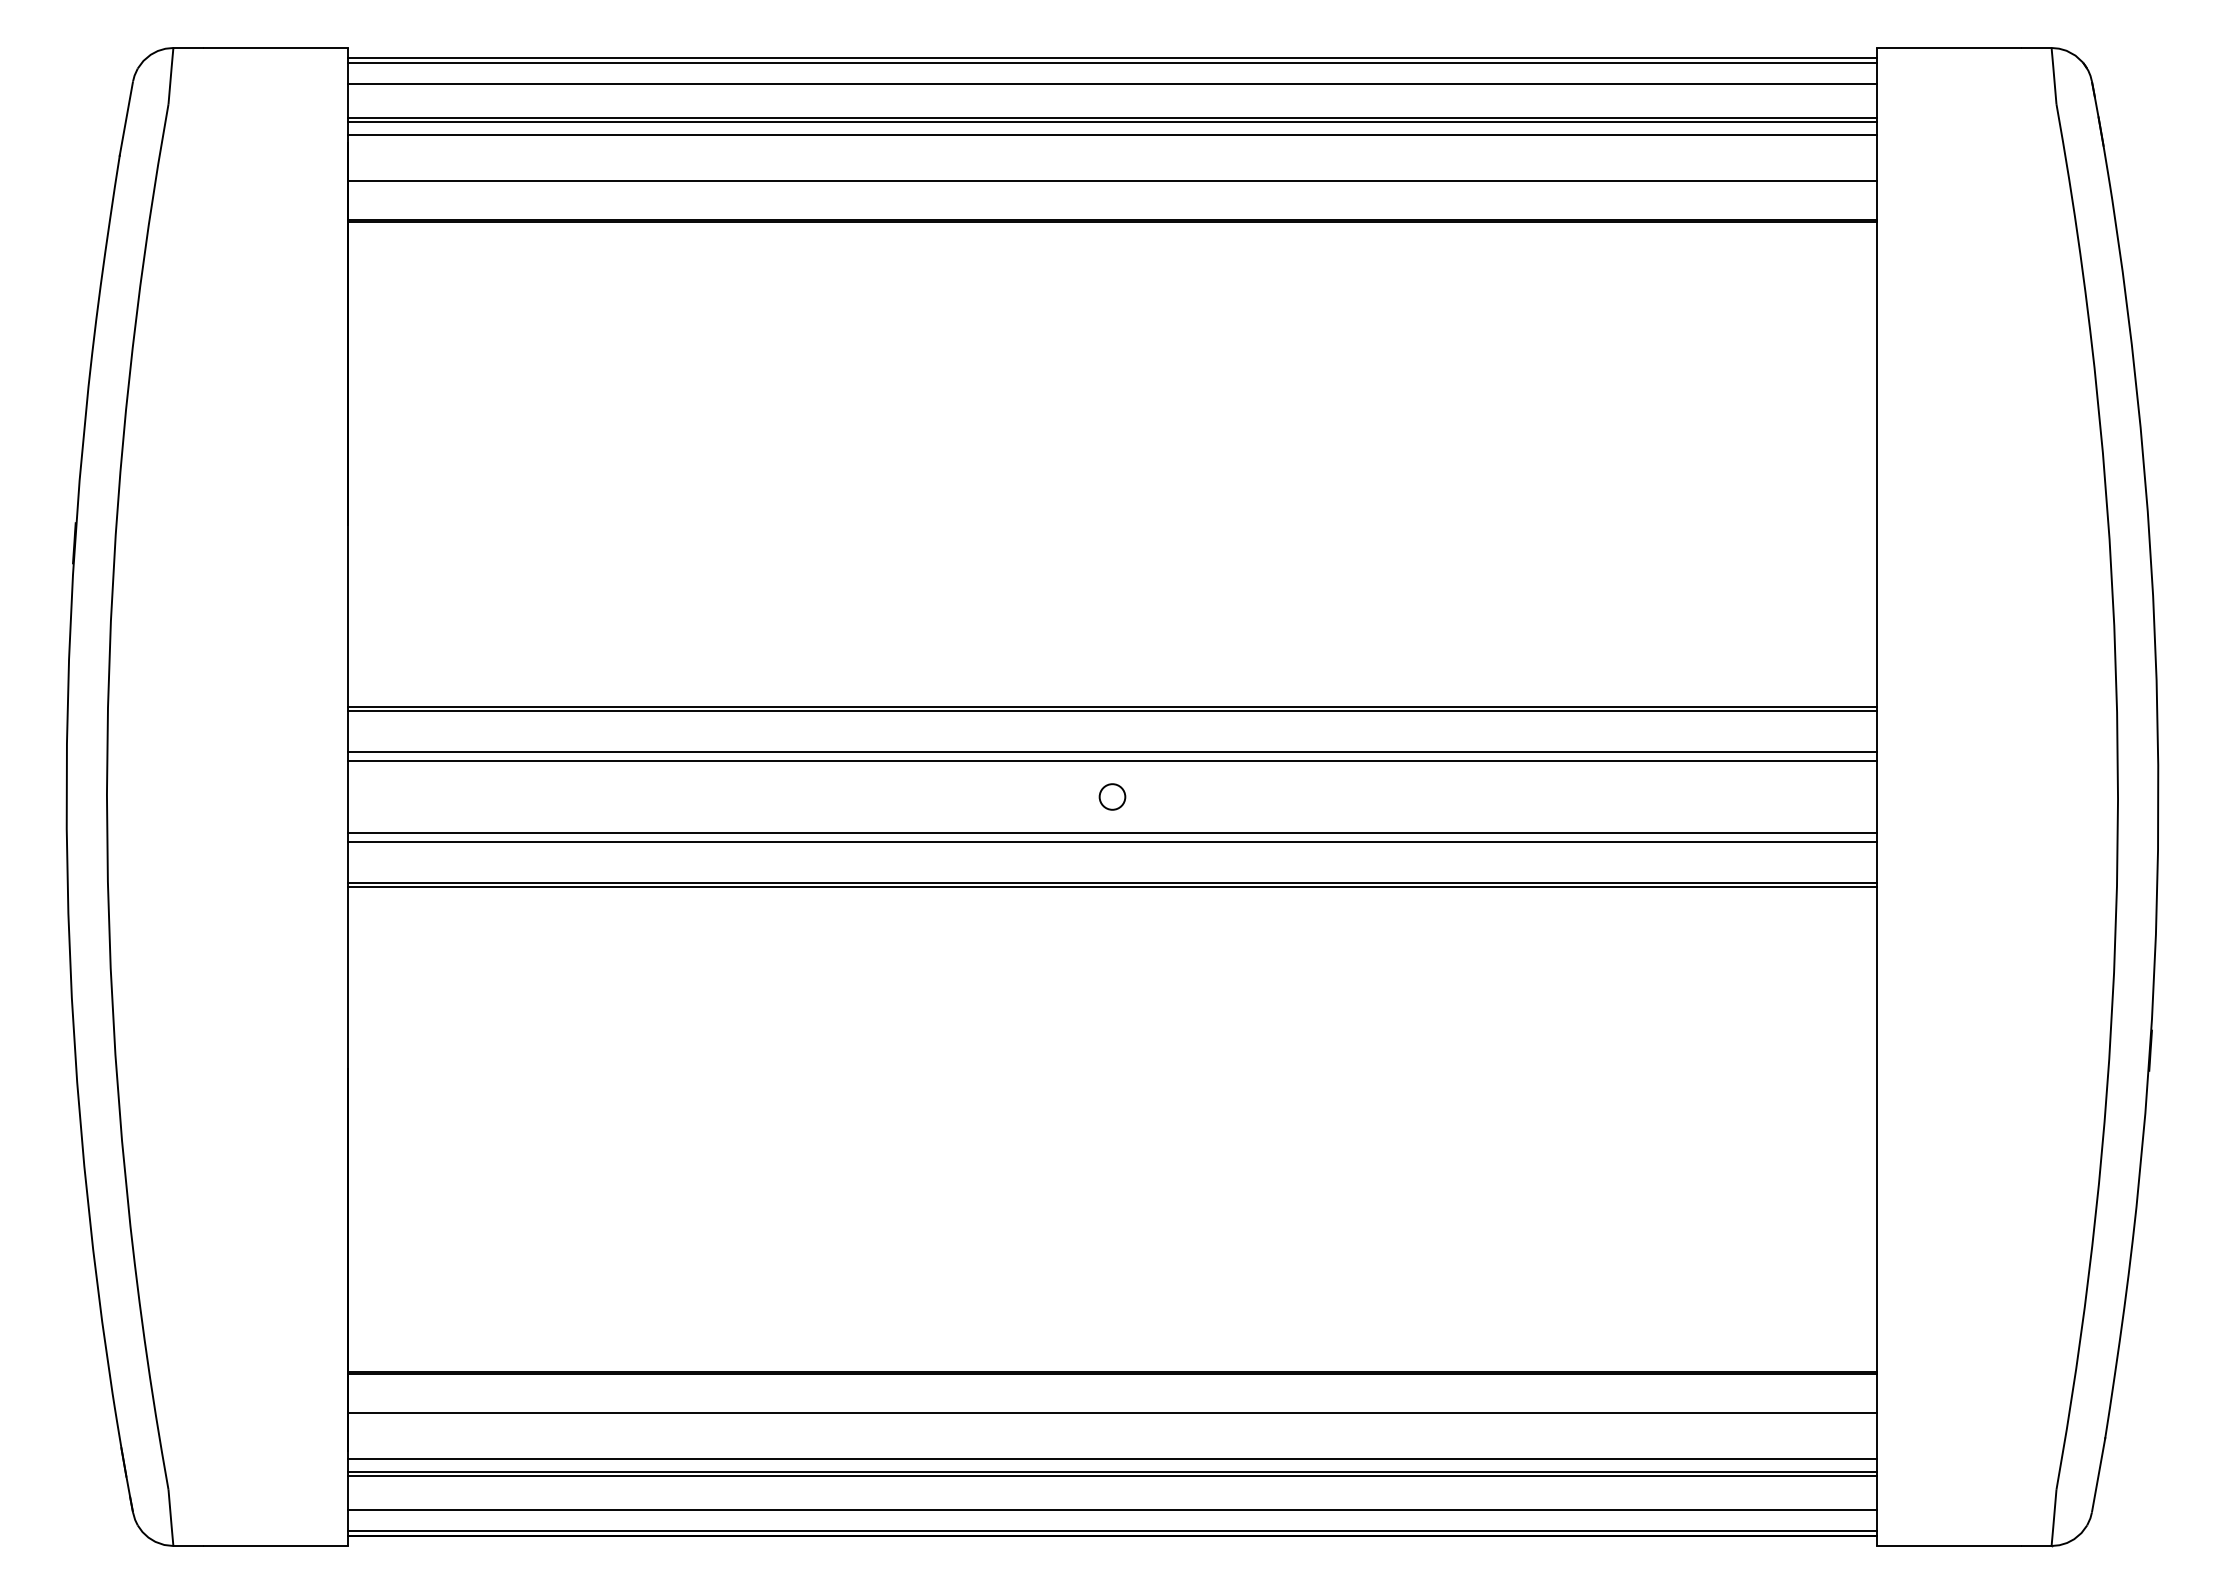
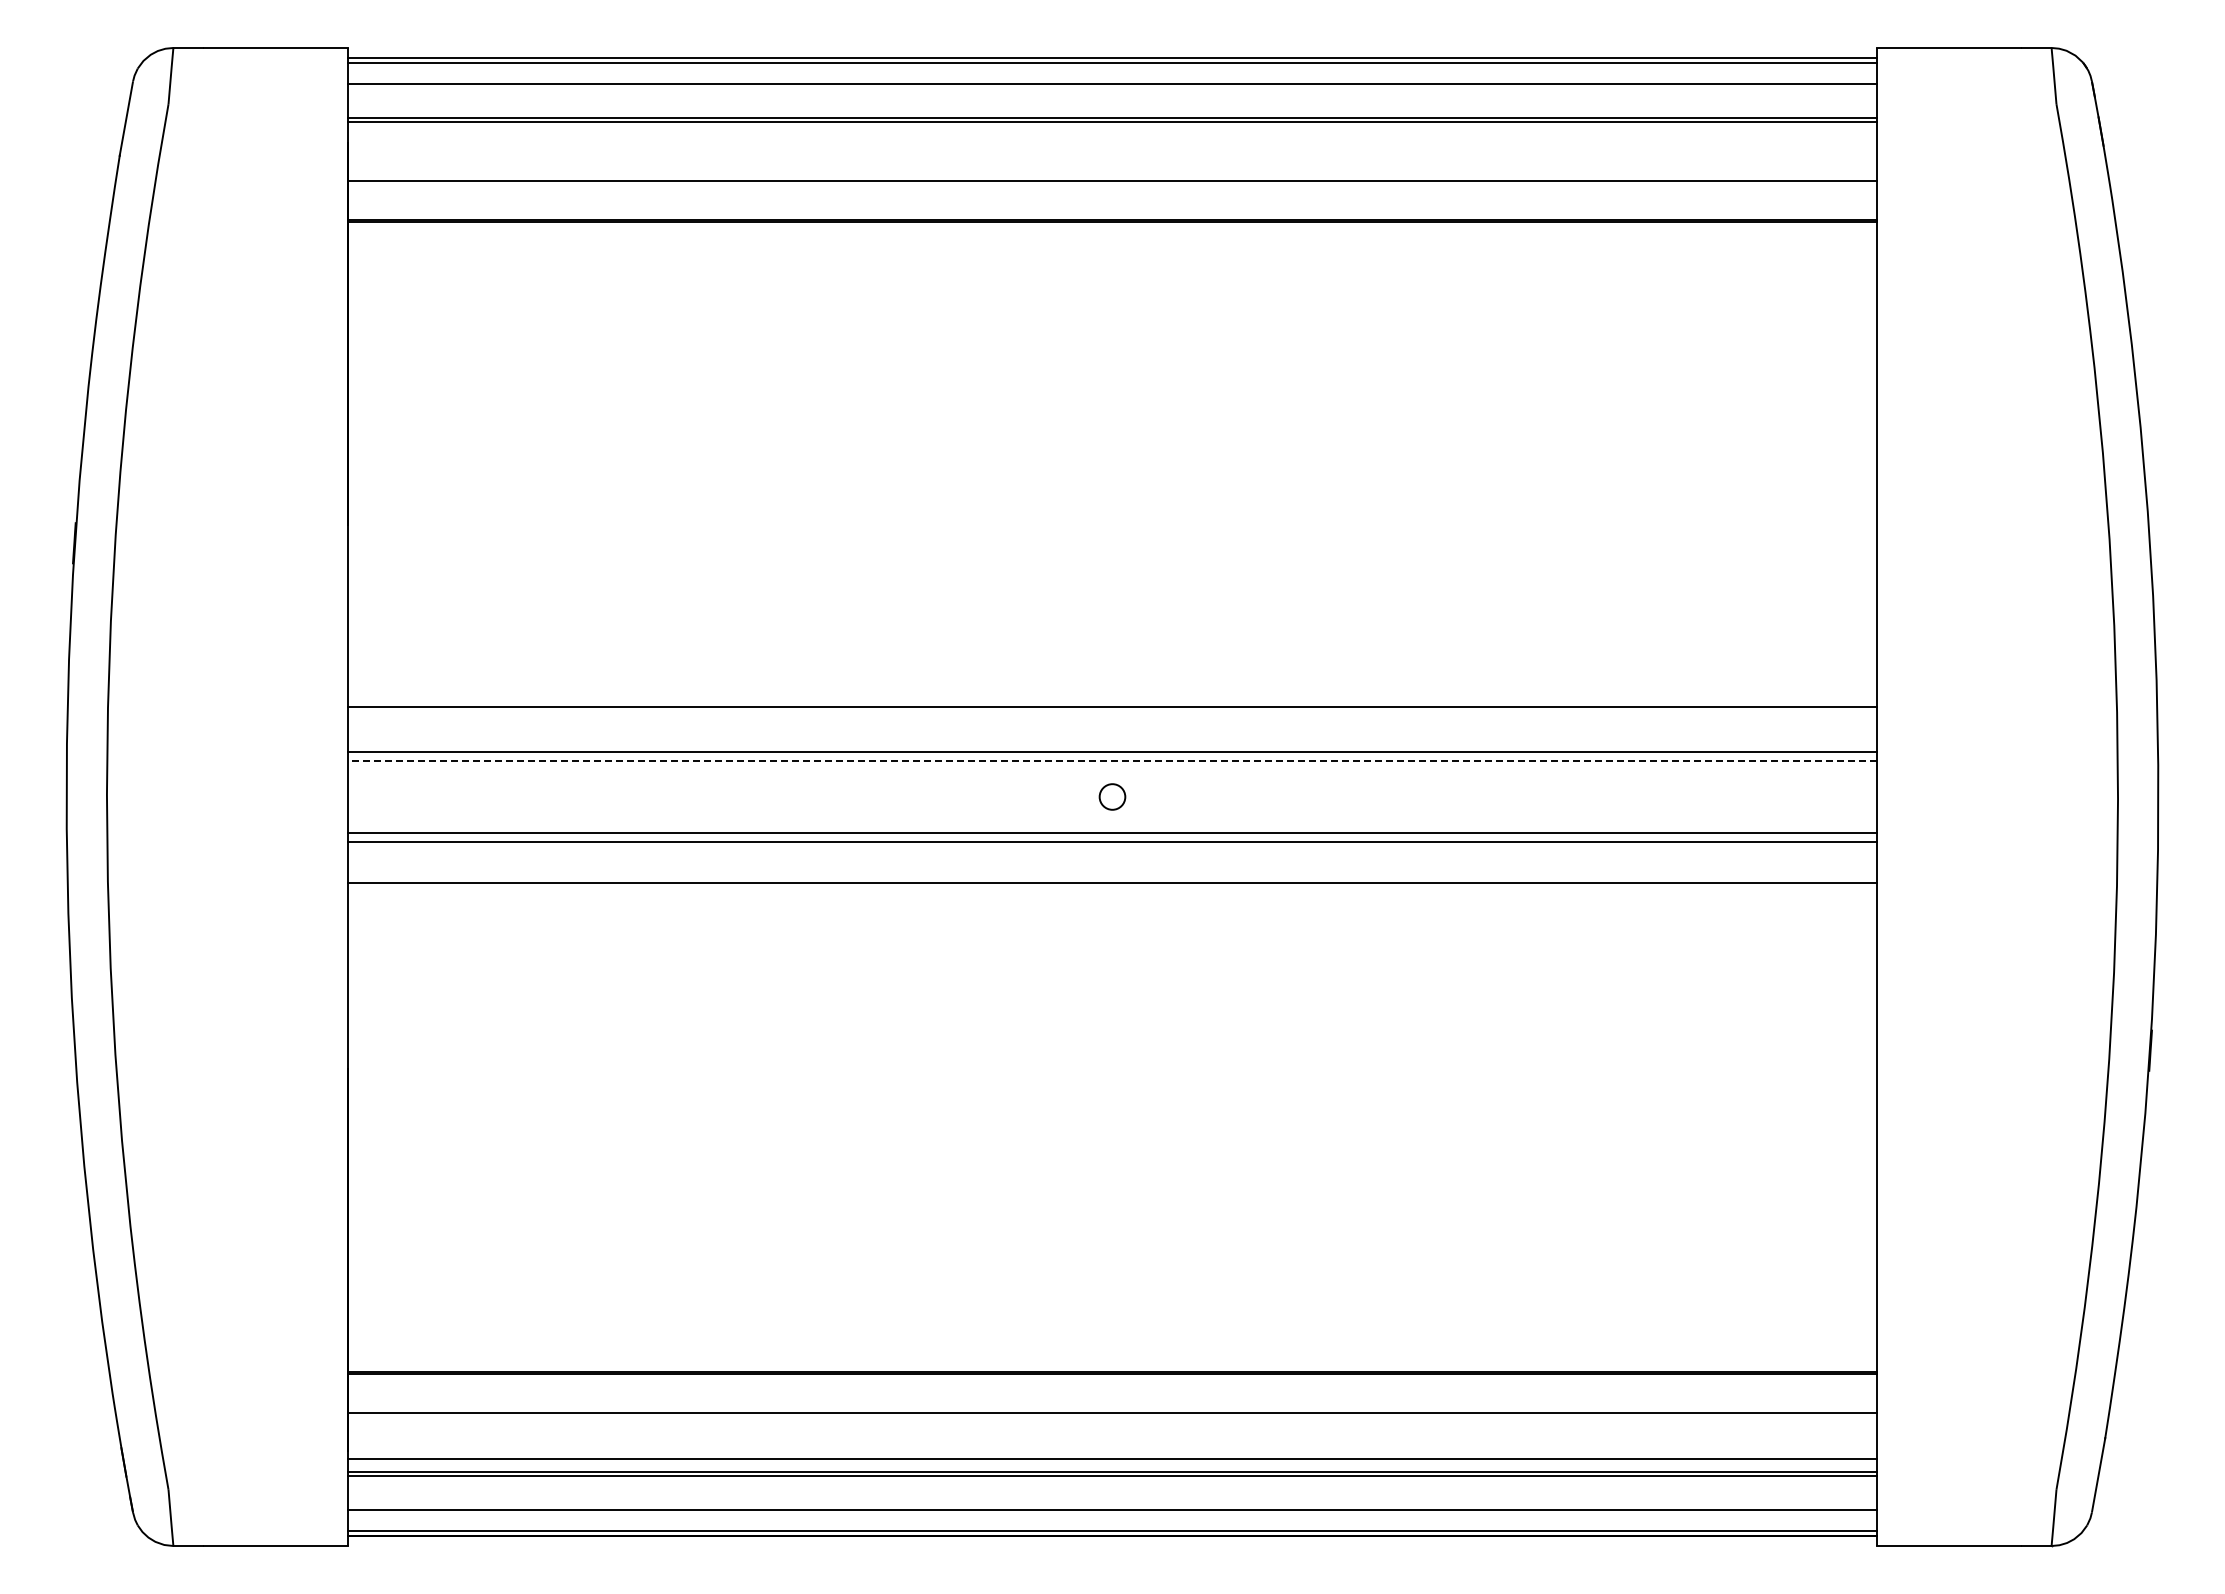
line at (1112, 135): present -> none
line at (1112, 711): present -> none
line at (1112, 760): solid -> dashed
line at (1112, 886): present -> none
